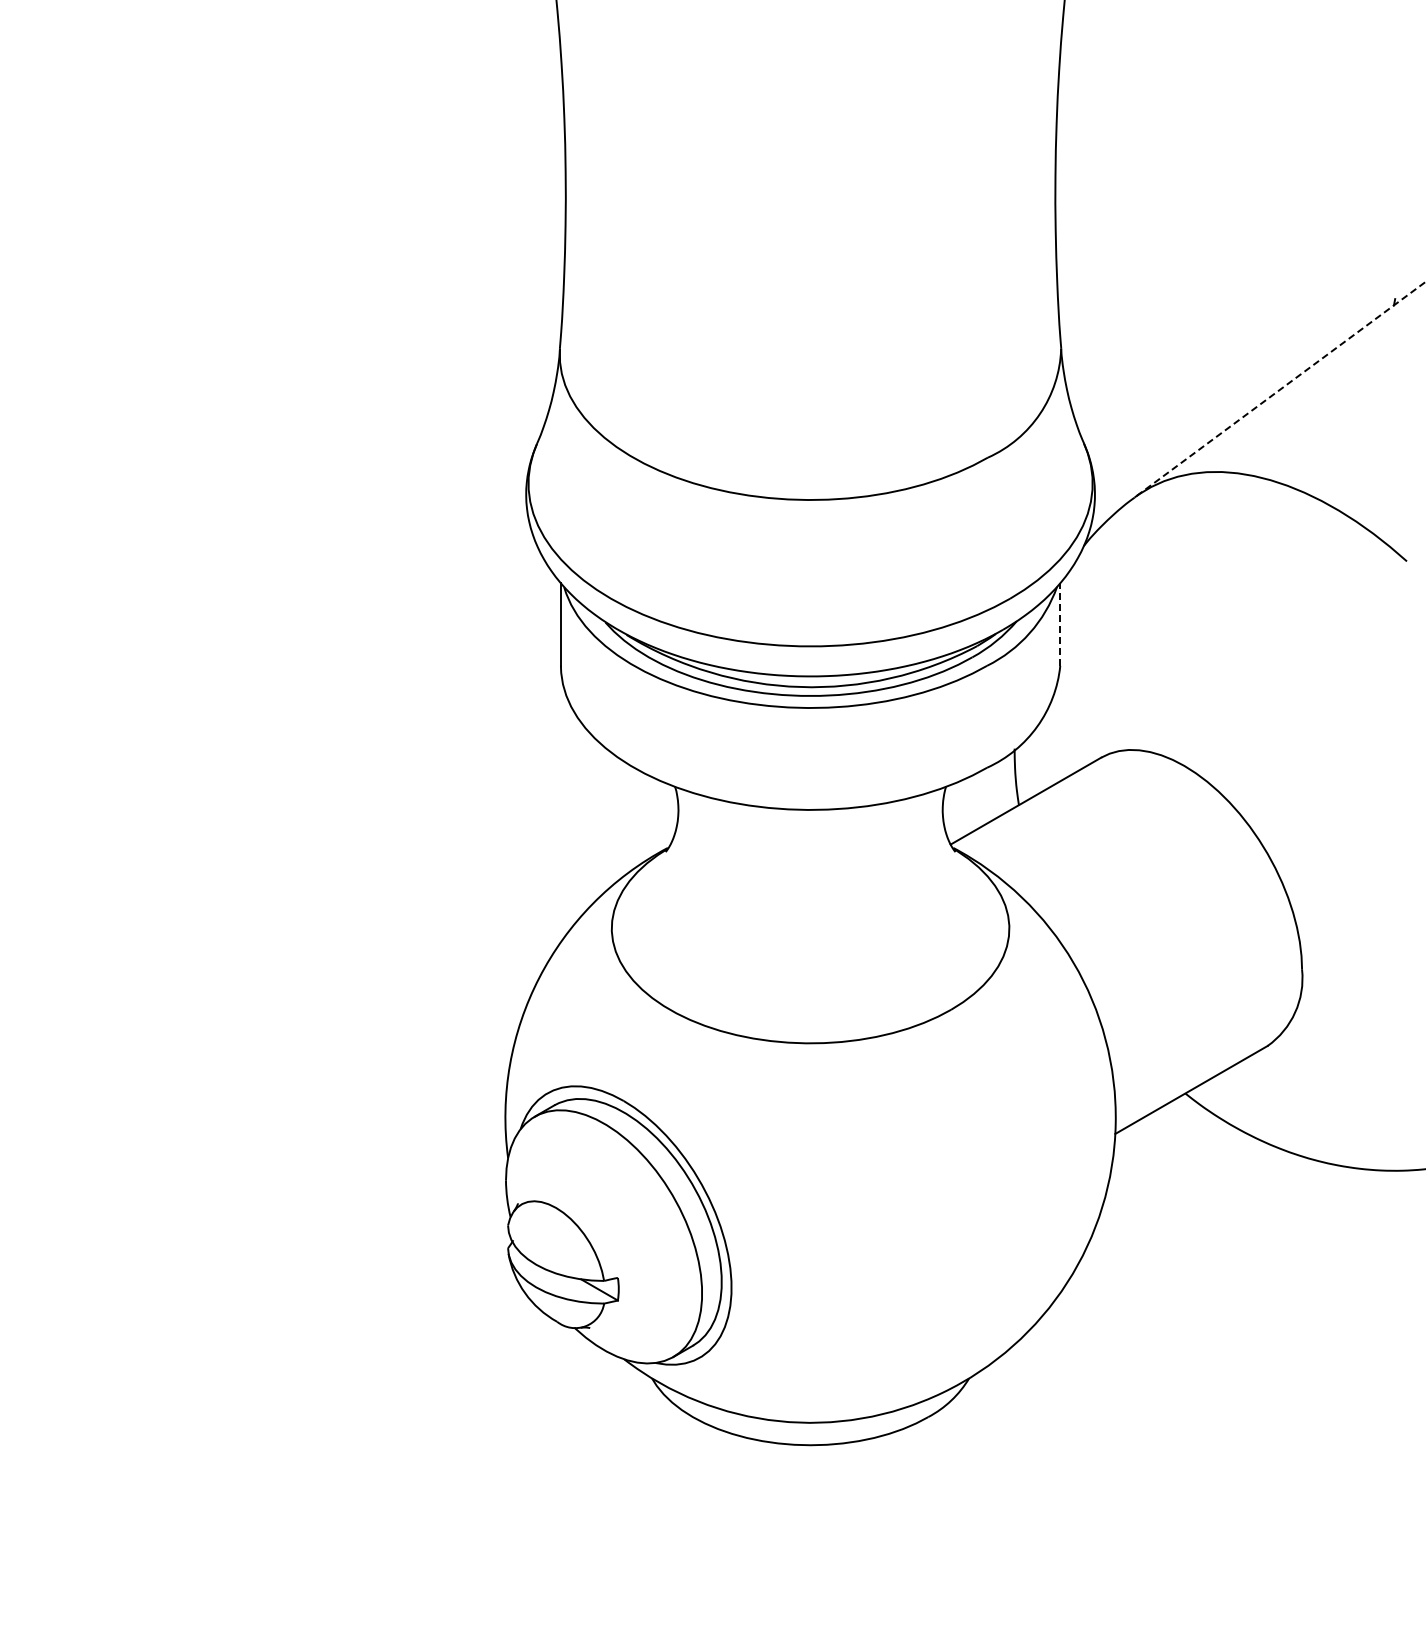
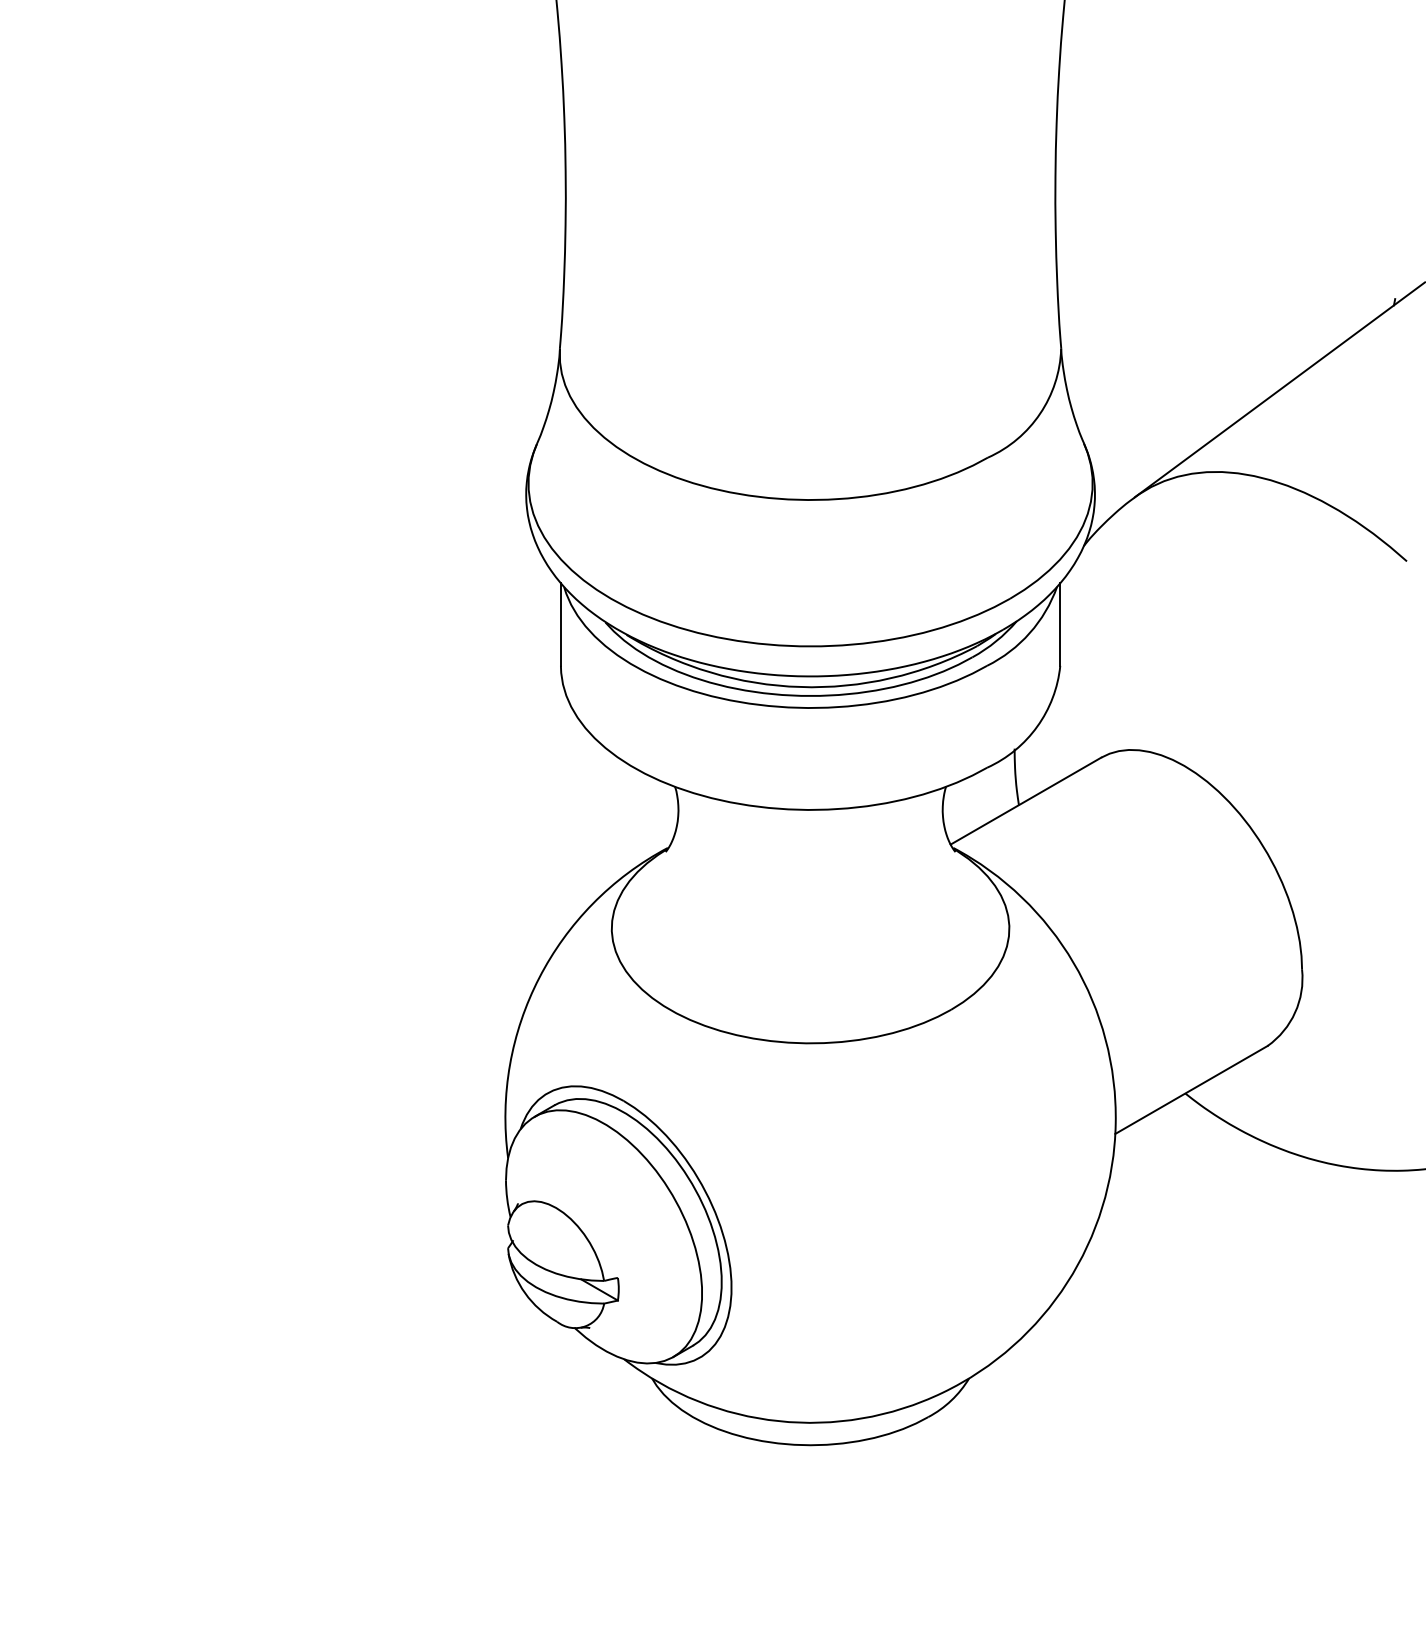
line at (1279, 389): dashed -> solid
line at (1060, 624): dashed -> solid
